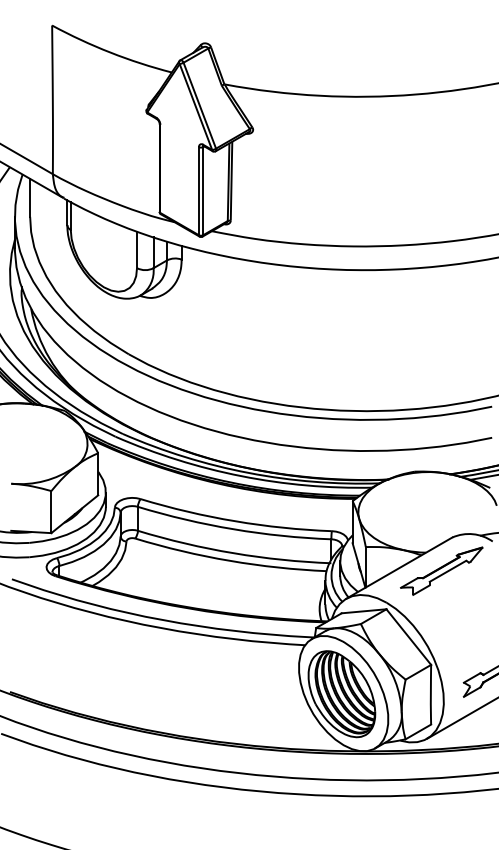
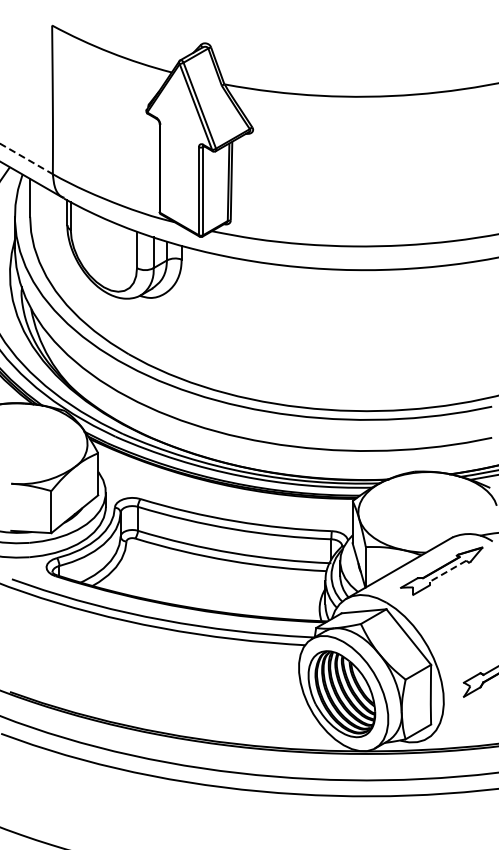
line at (27, 159): solid -> dashed
line at (447, 571): solid -> dashed
line at (461, 718): present -> none
